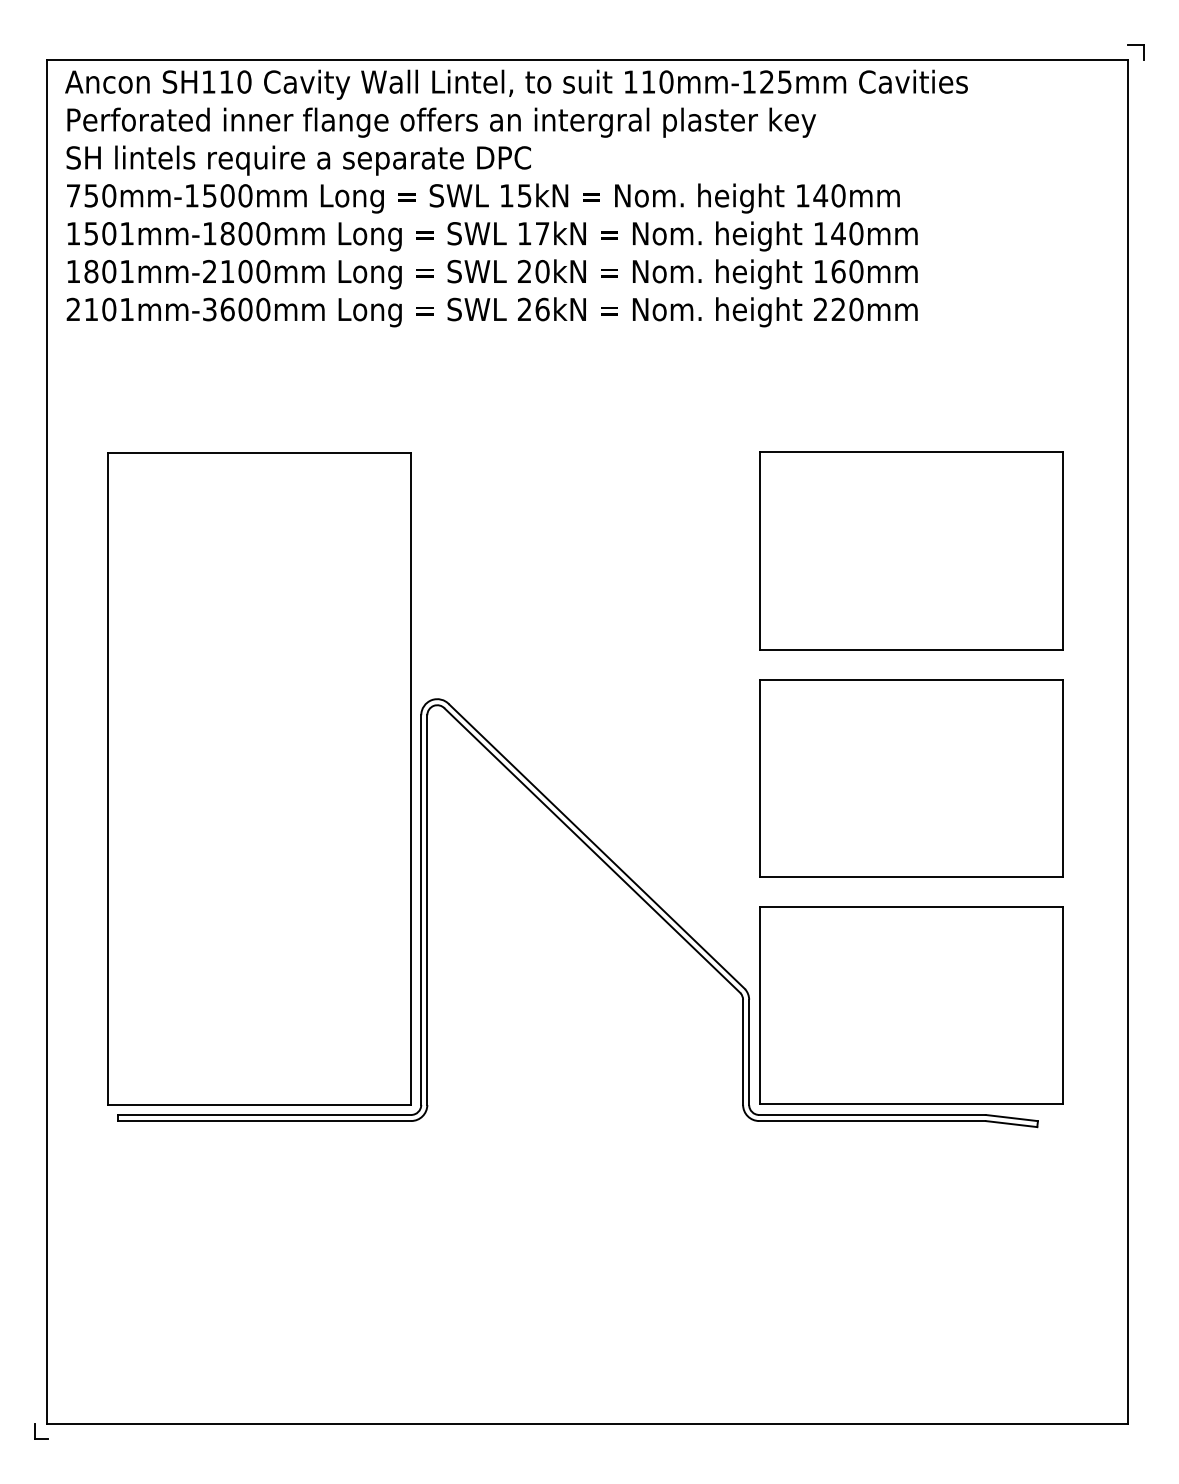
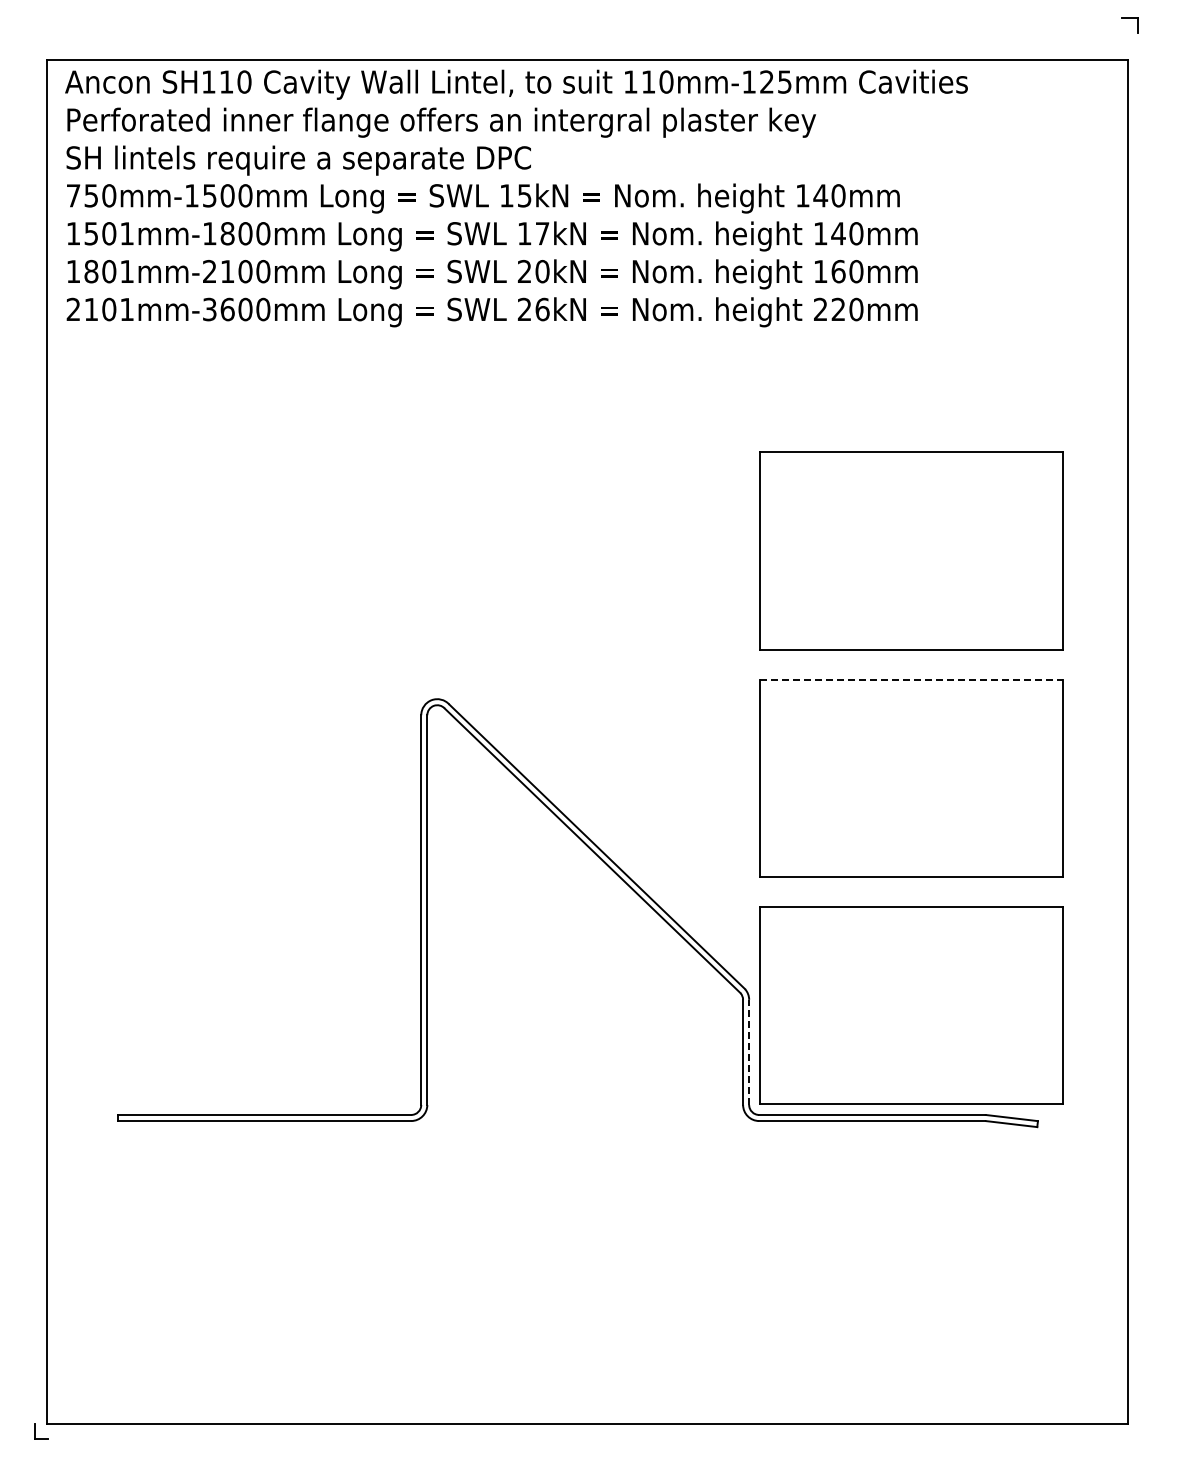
part at (1135, 45) position: (1135, 45) -> (1129, 18)
line at (911, 679): solid -> dashed
part at (259, 778): present -> none
line at (749, 1052): solid -> dashed
